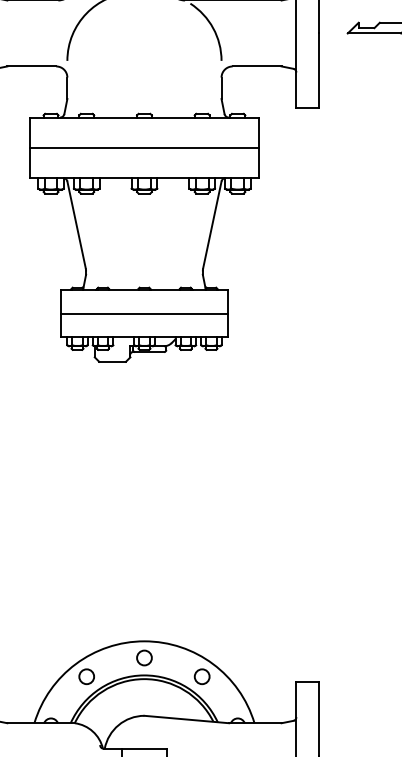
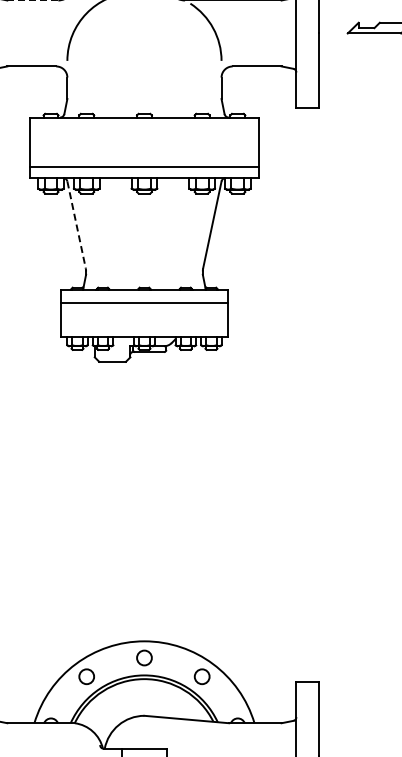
line at (33, 0): solid -> dashed
line at (144, 148) position: (144, 148) -> (144, 167)
line at (76, 225): solid -> dashed
line at (144, 314) position: (144, 314) -> (144, 303)
